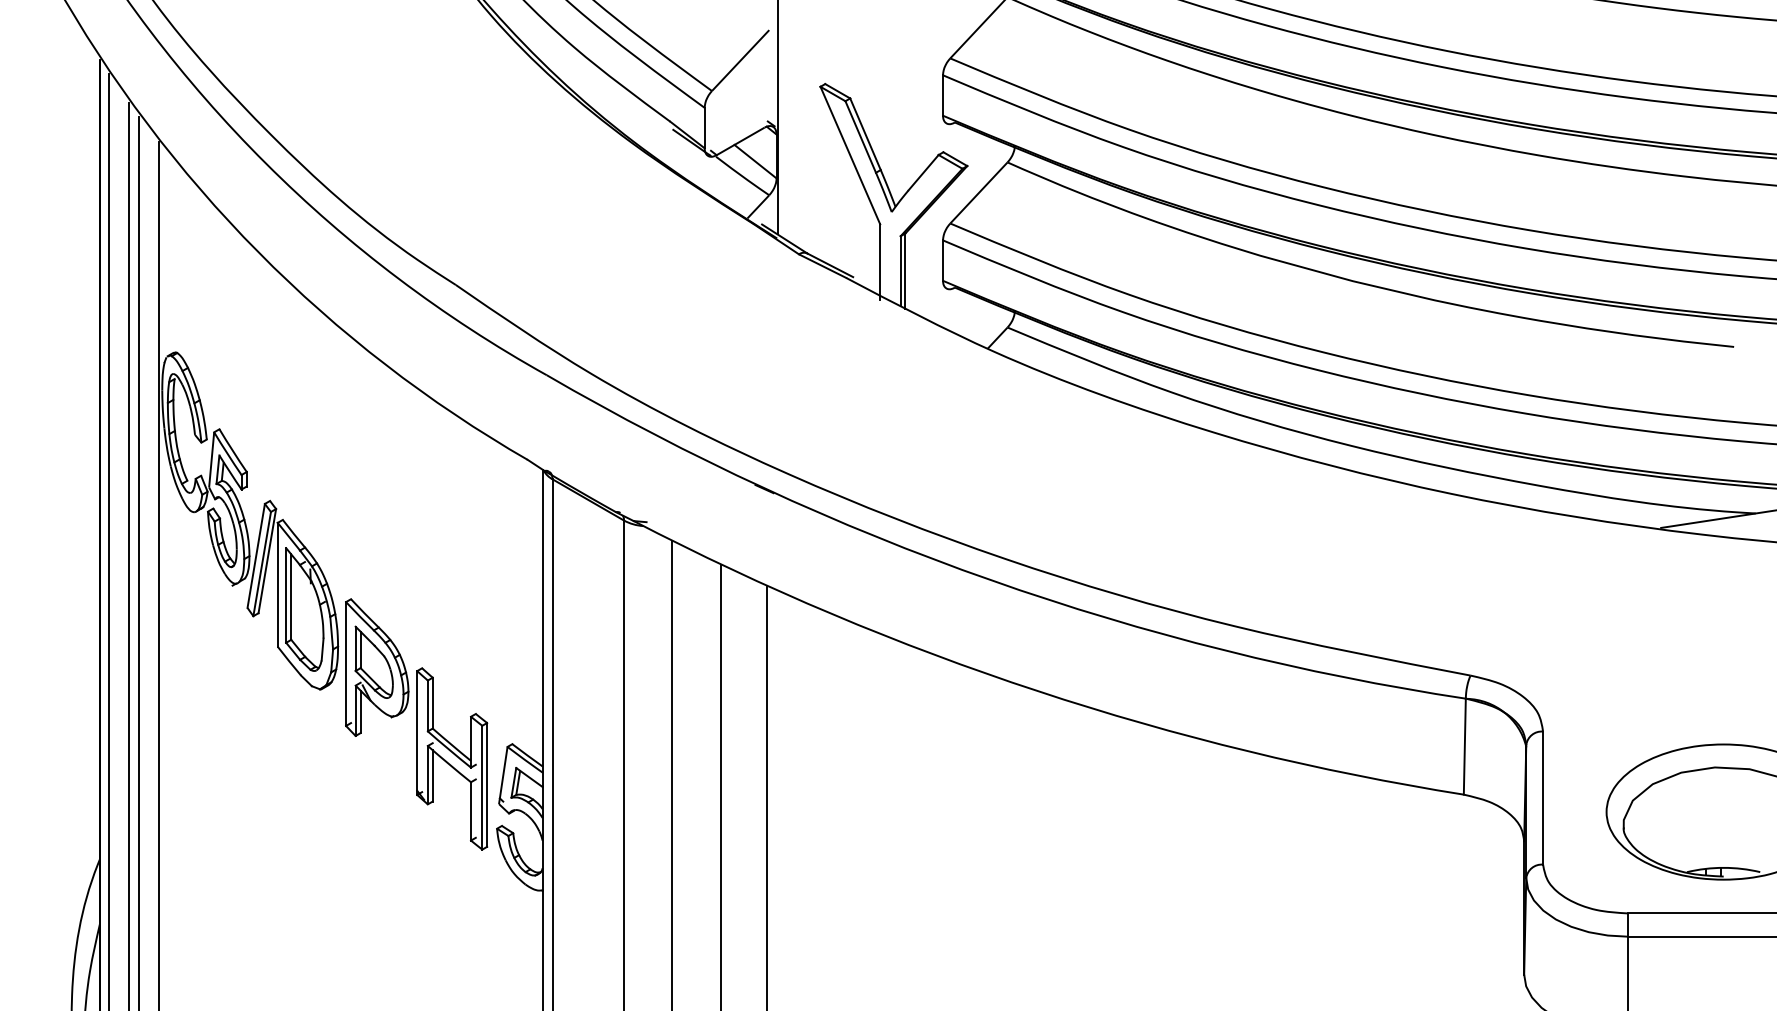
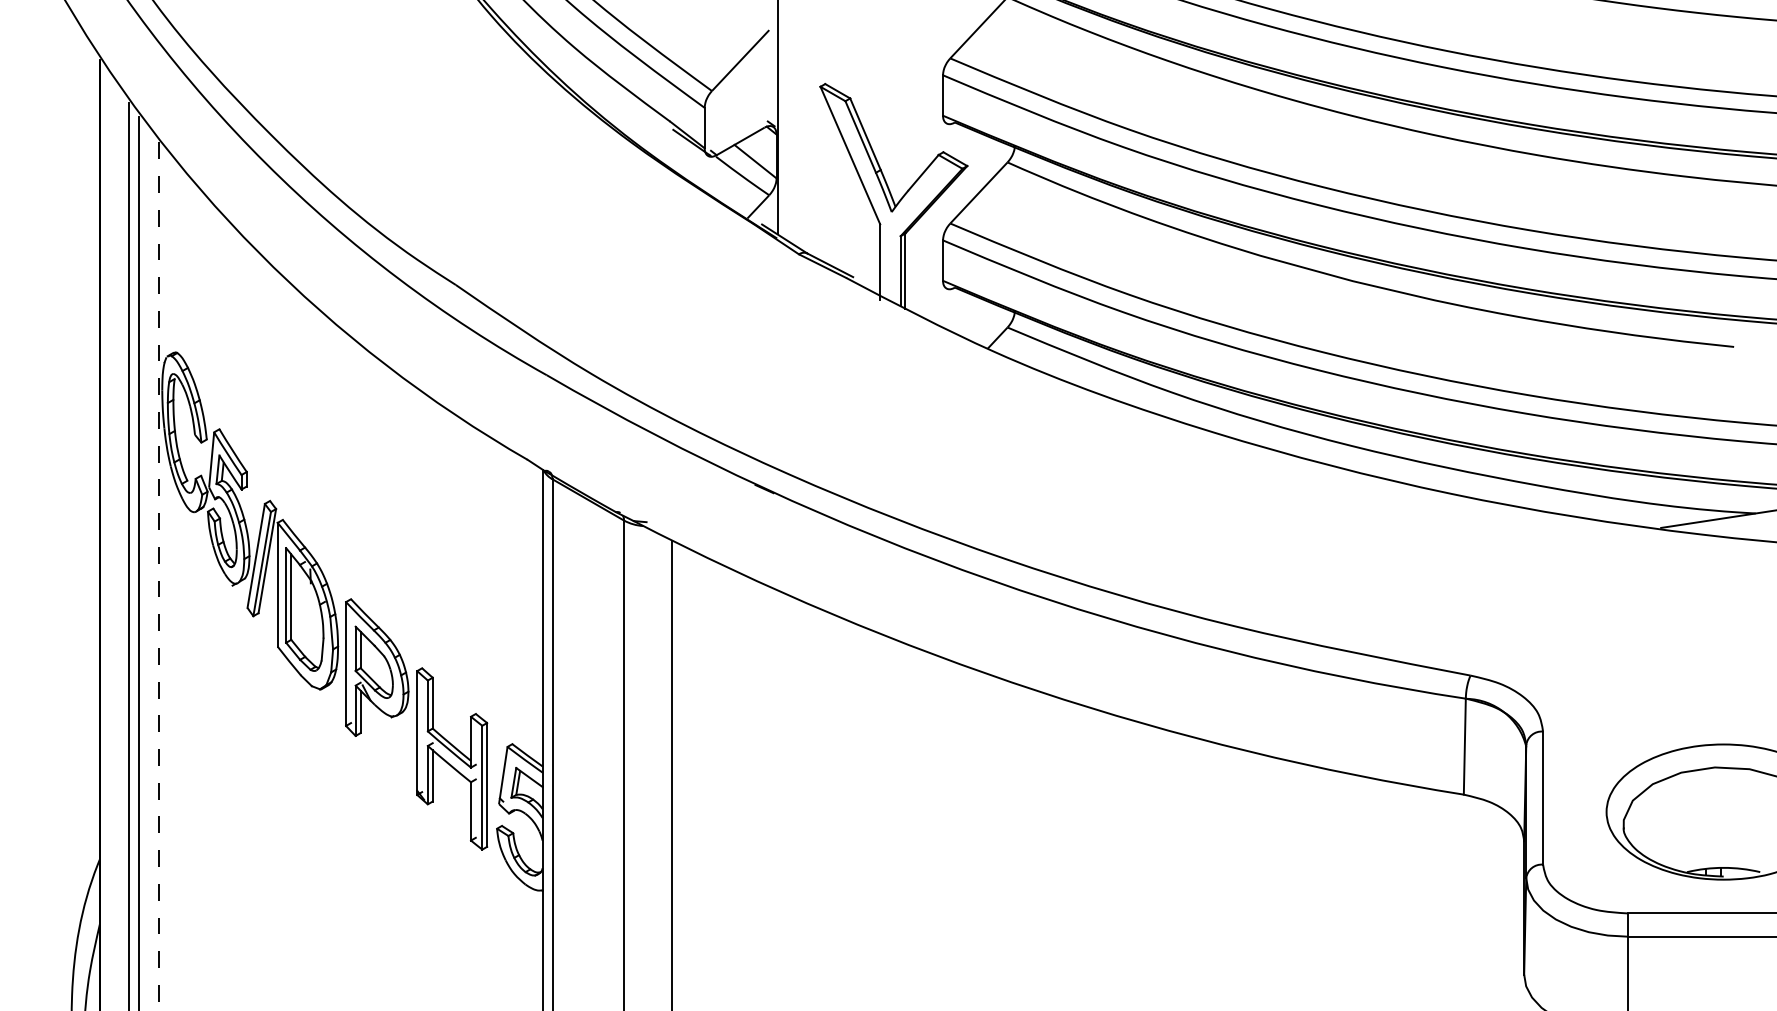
line at (109, 540): present -> none
line at (159, 576): solid -> dashed
line at (720, 786): present -> none
line at (766, 796): present -> none
